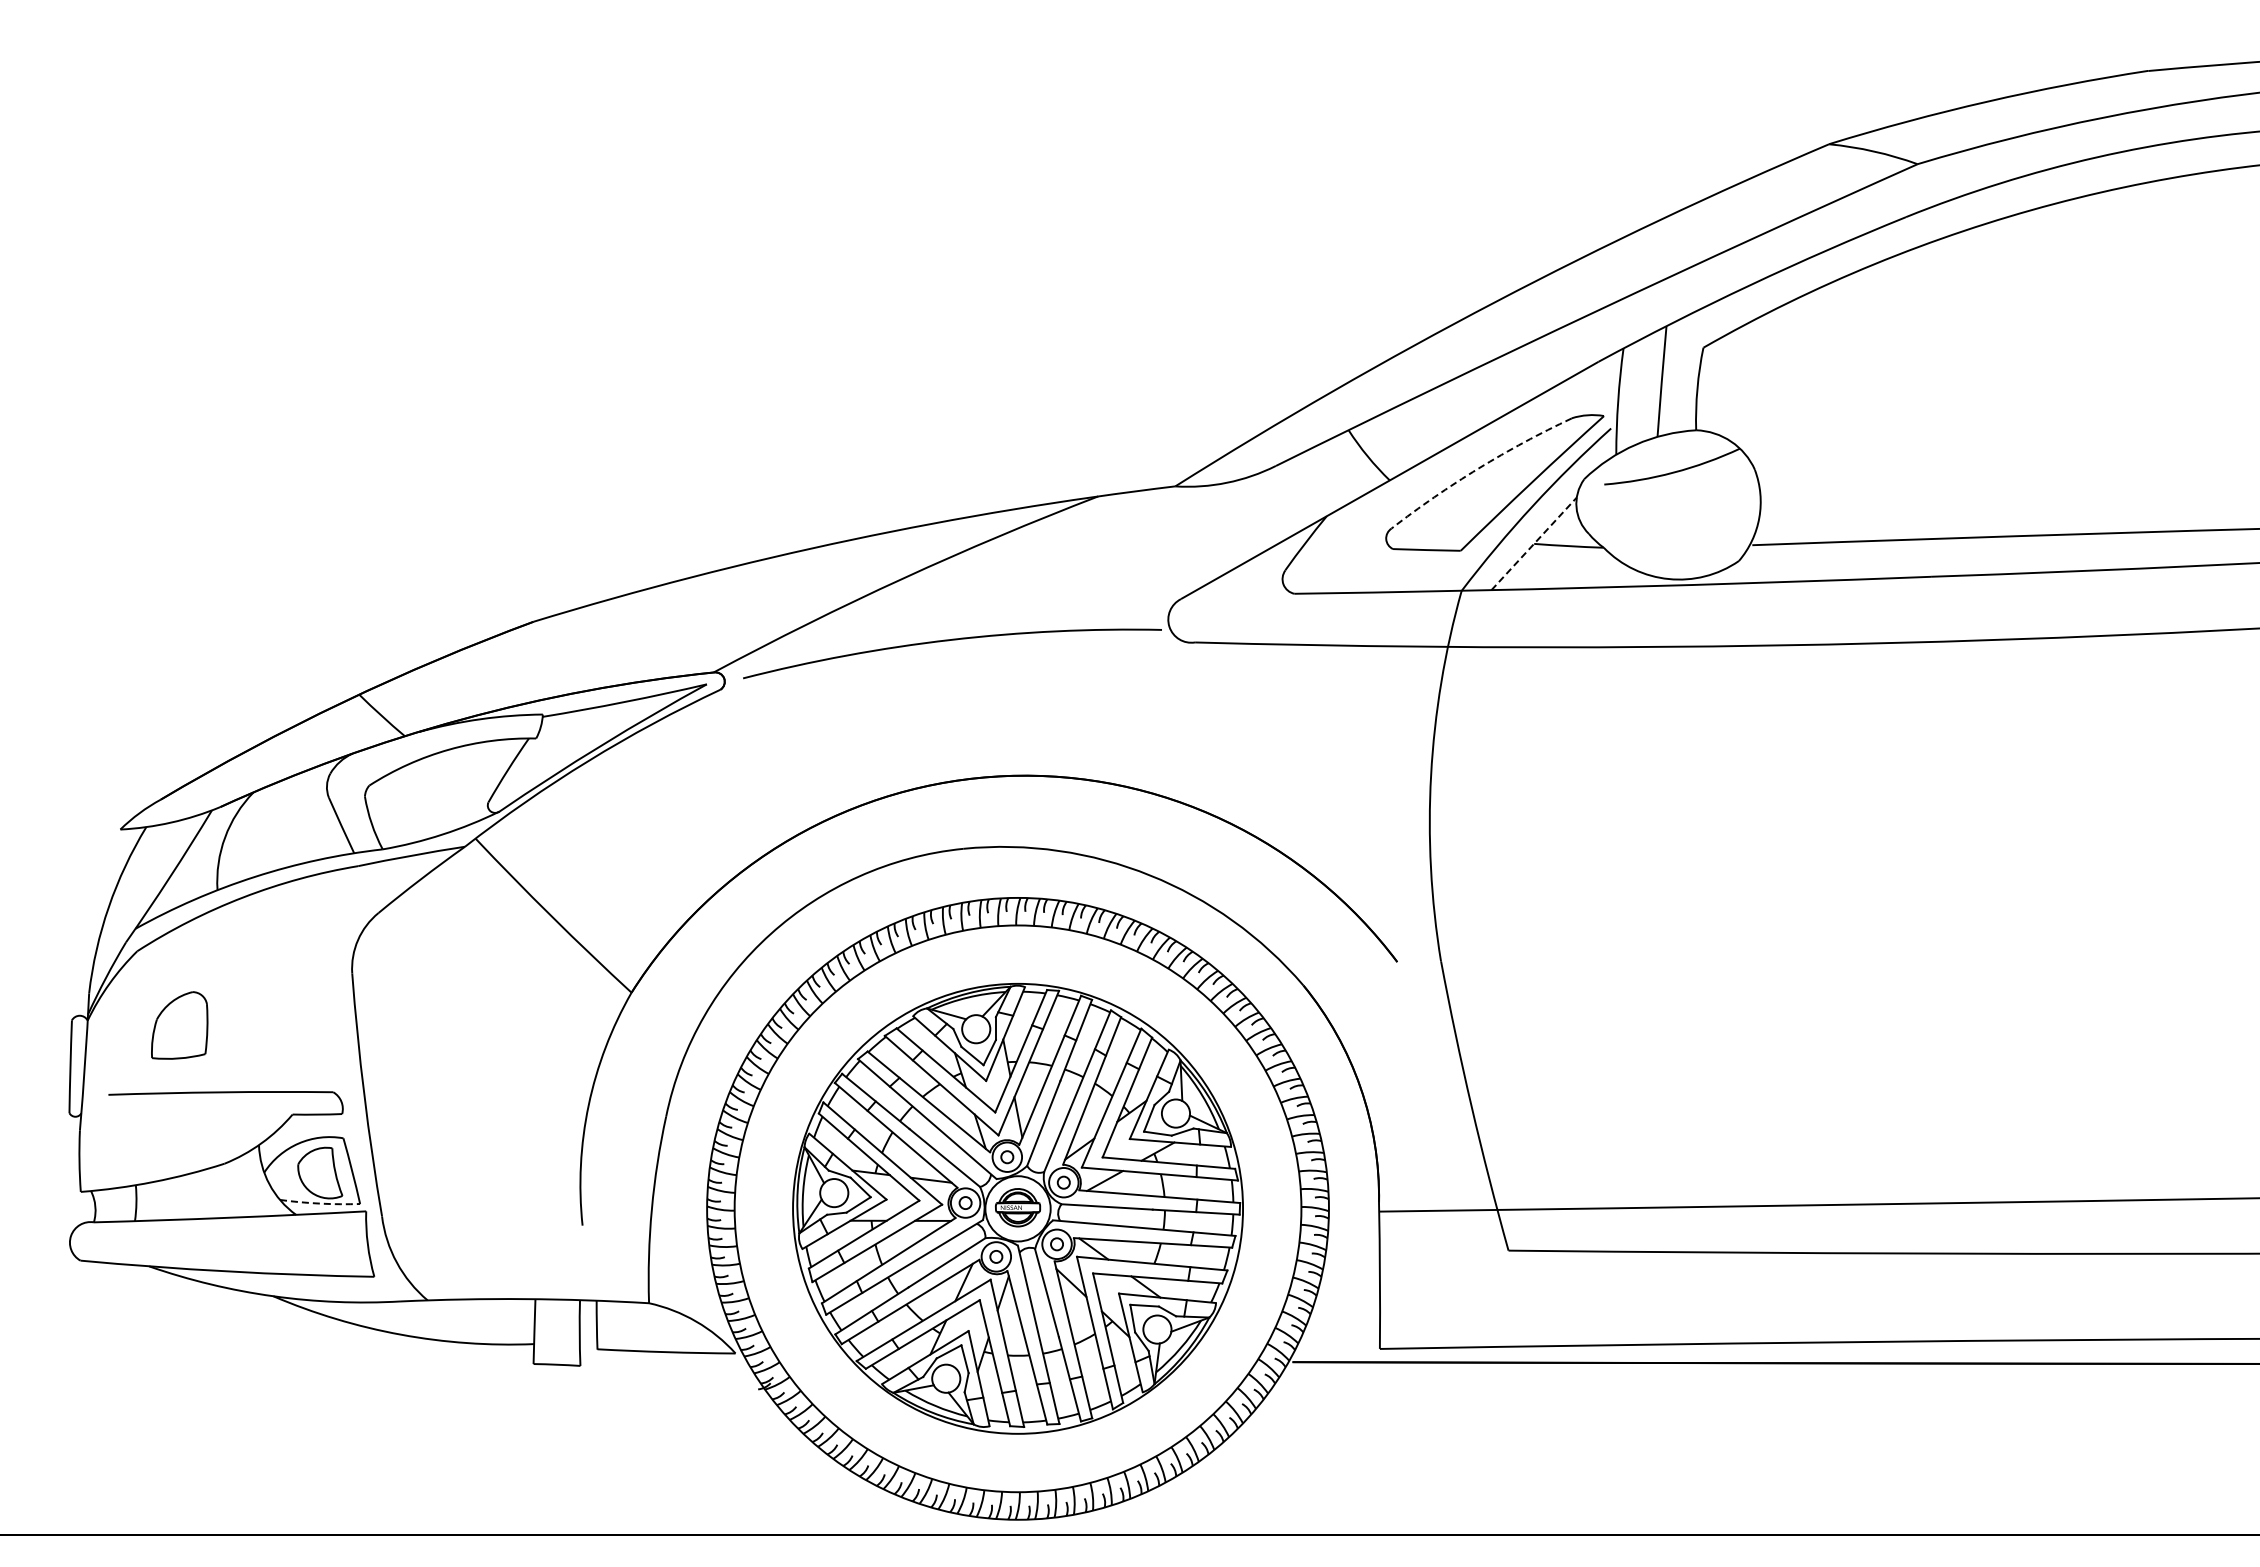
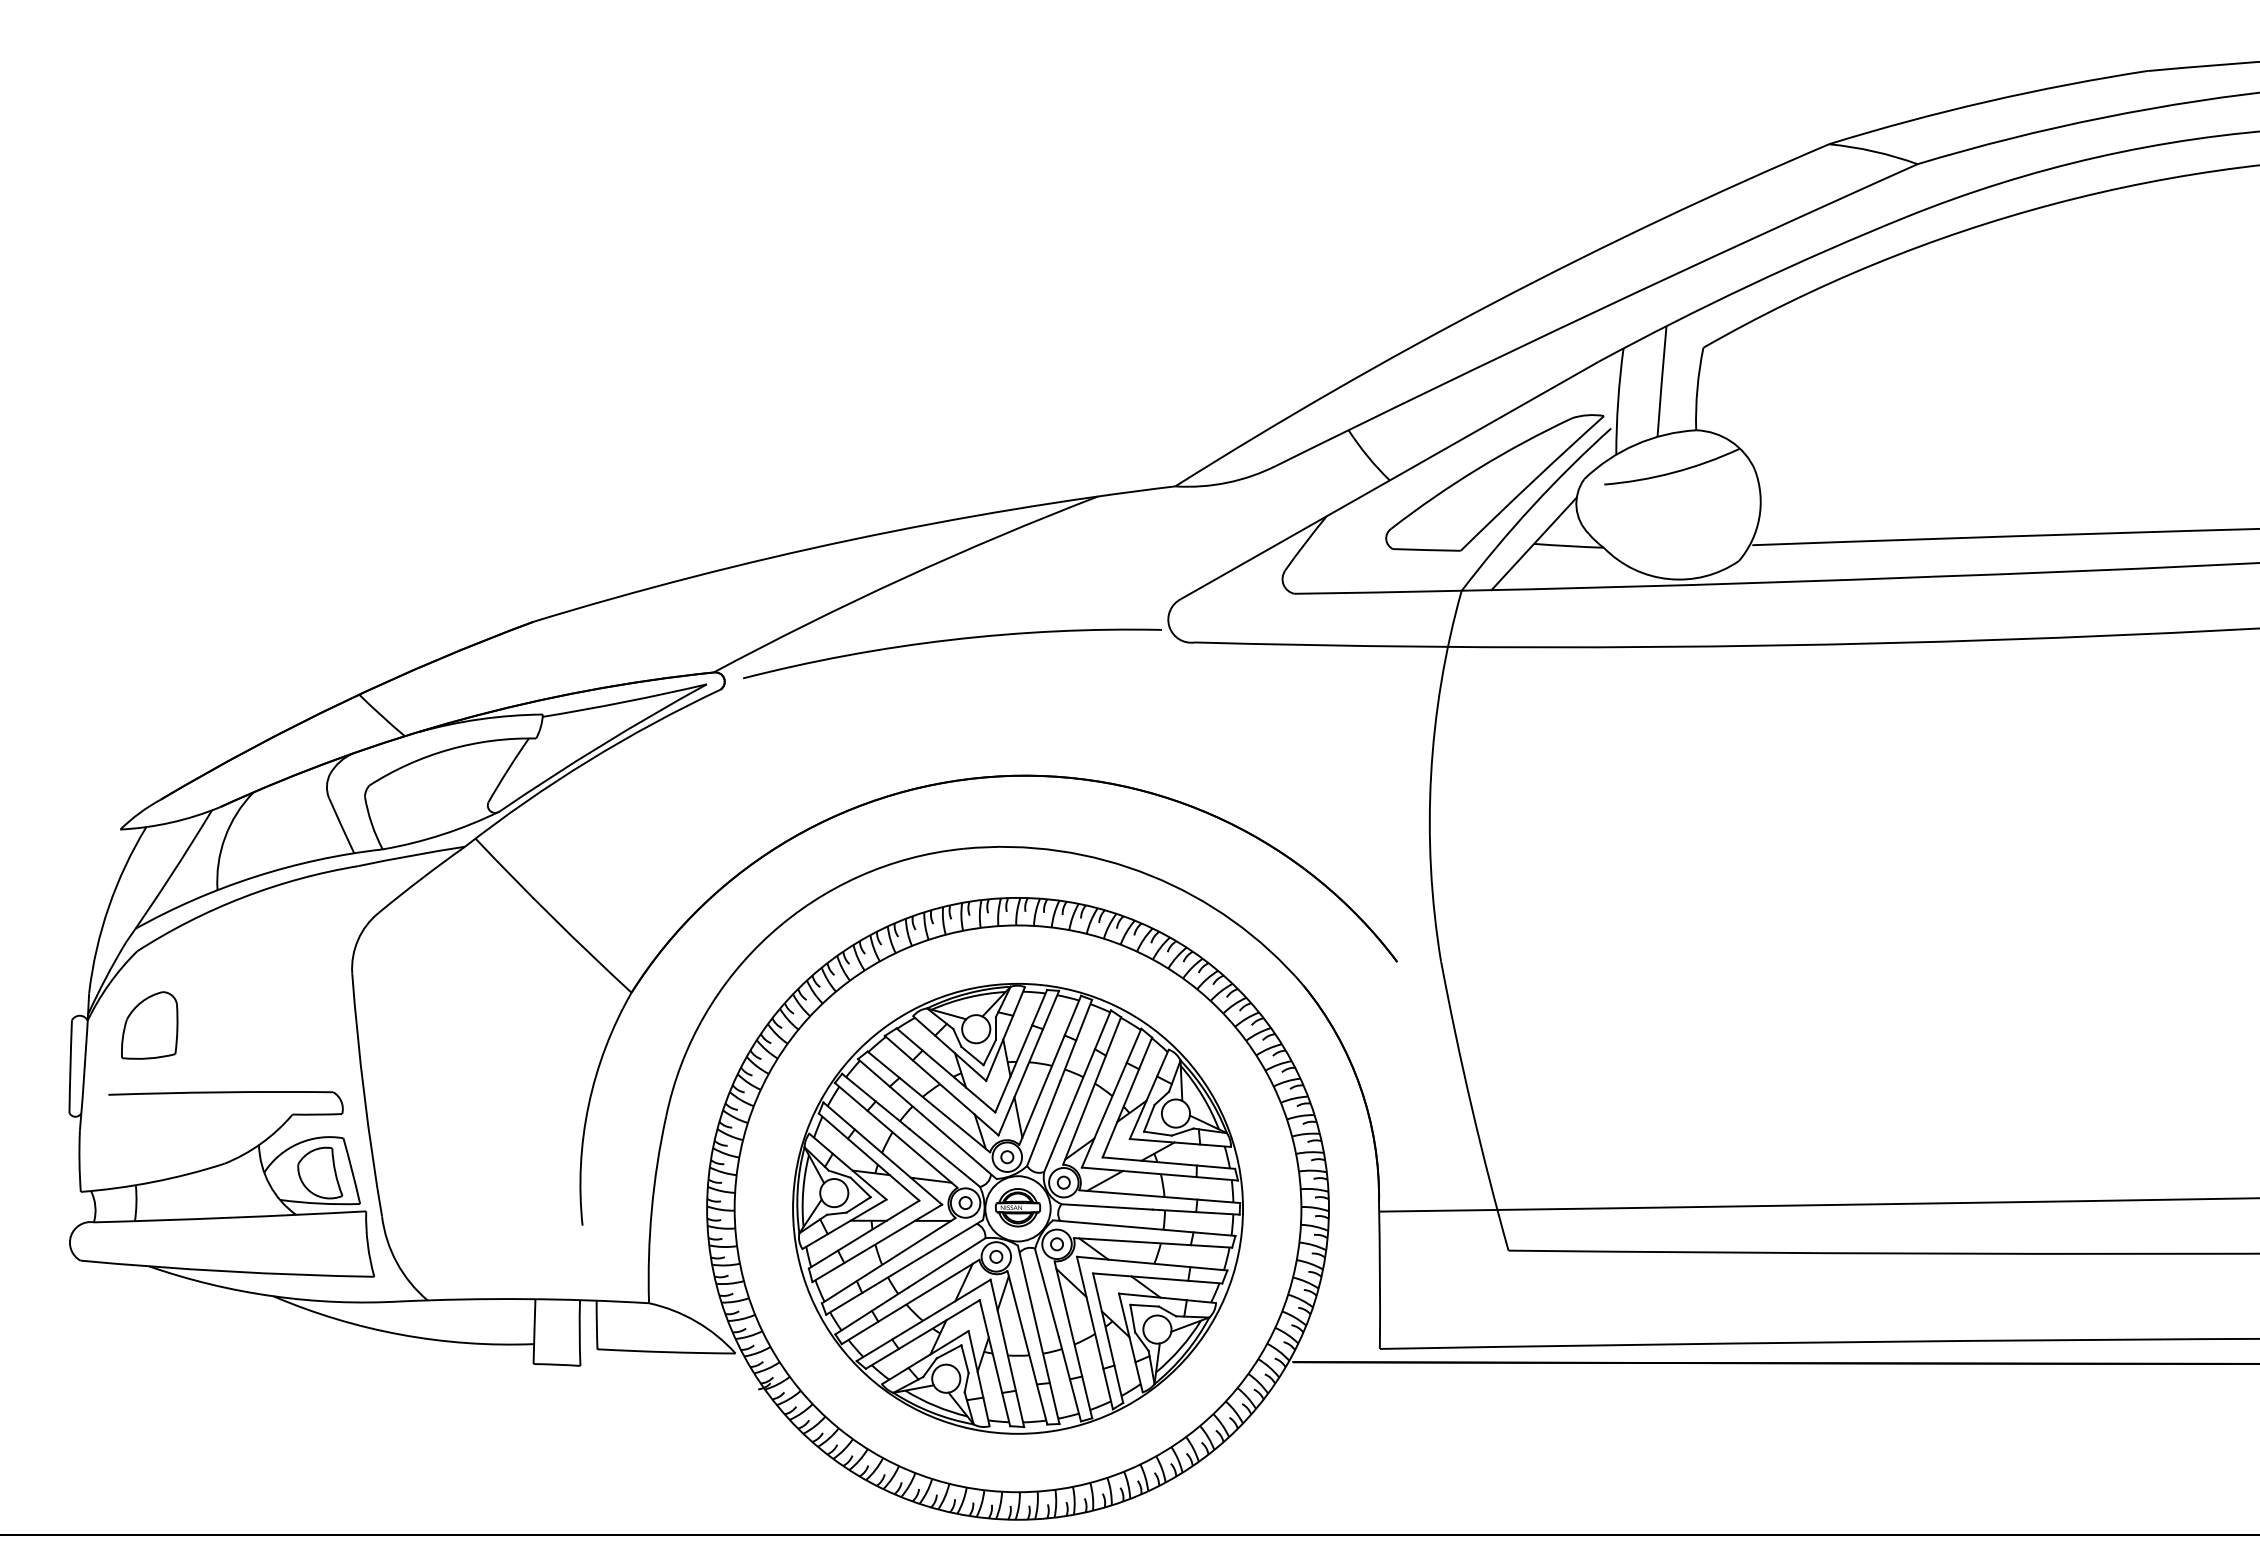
arc at (1478, 468): dashed -> solid
line at (1534, 543): dashed -> solid
part at (179, 1025) position: (179, 1025) -> (149, 1025)
arc at (320, 1203): dashed -> solid
